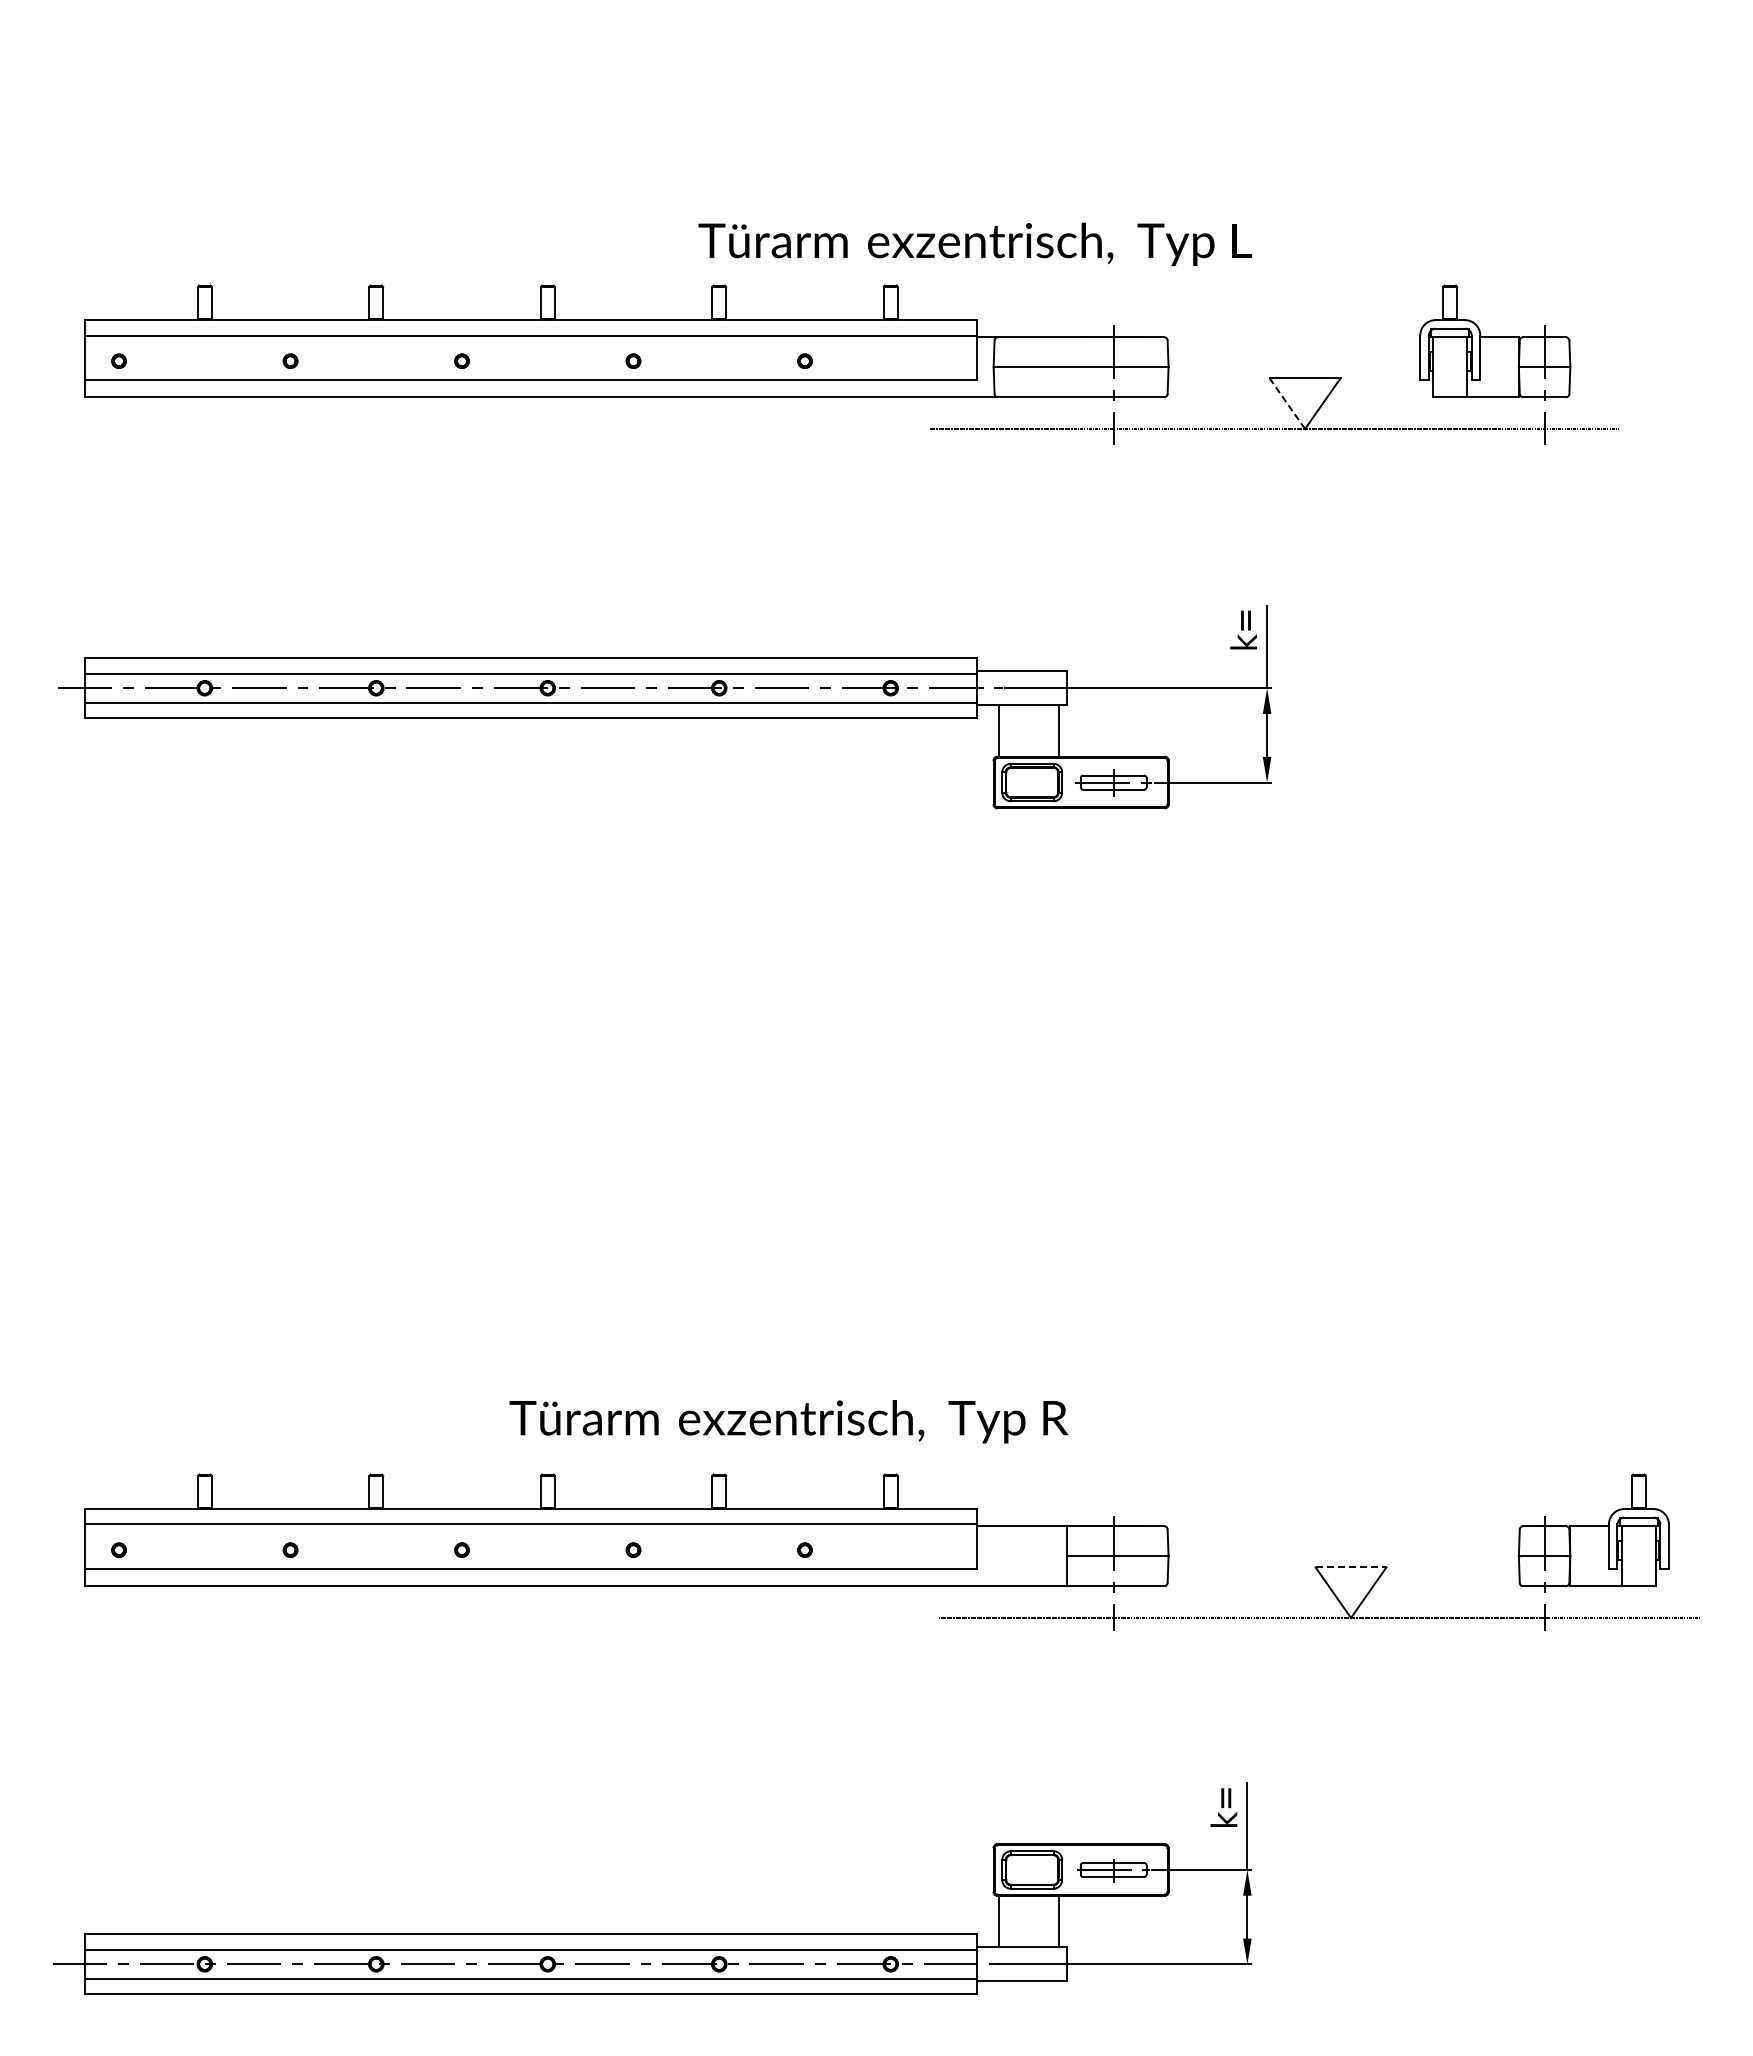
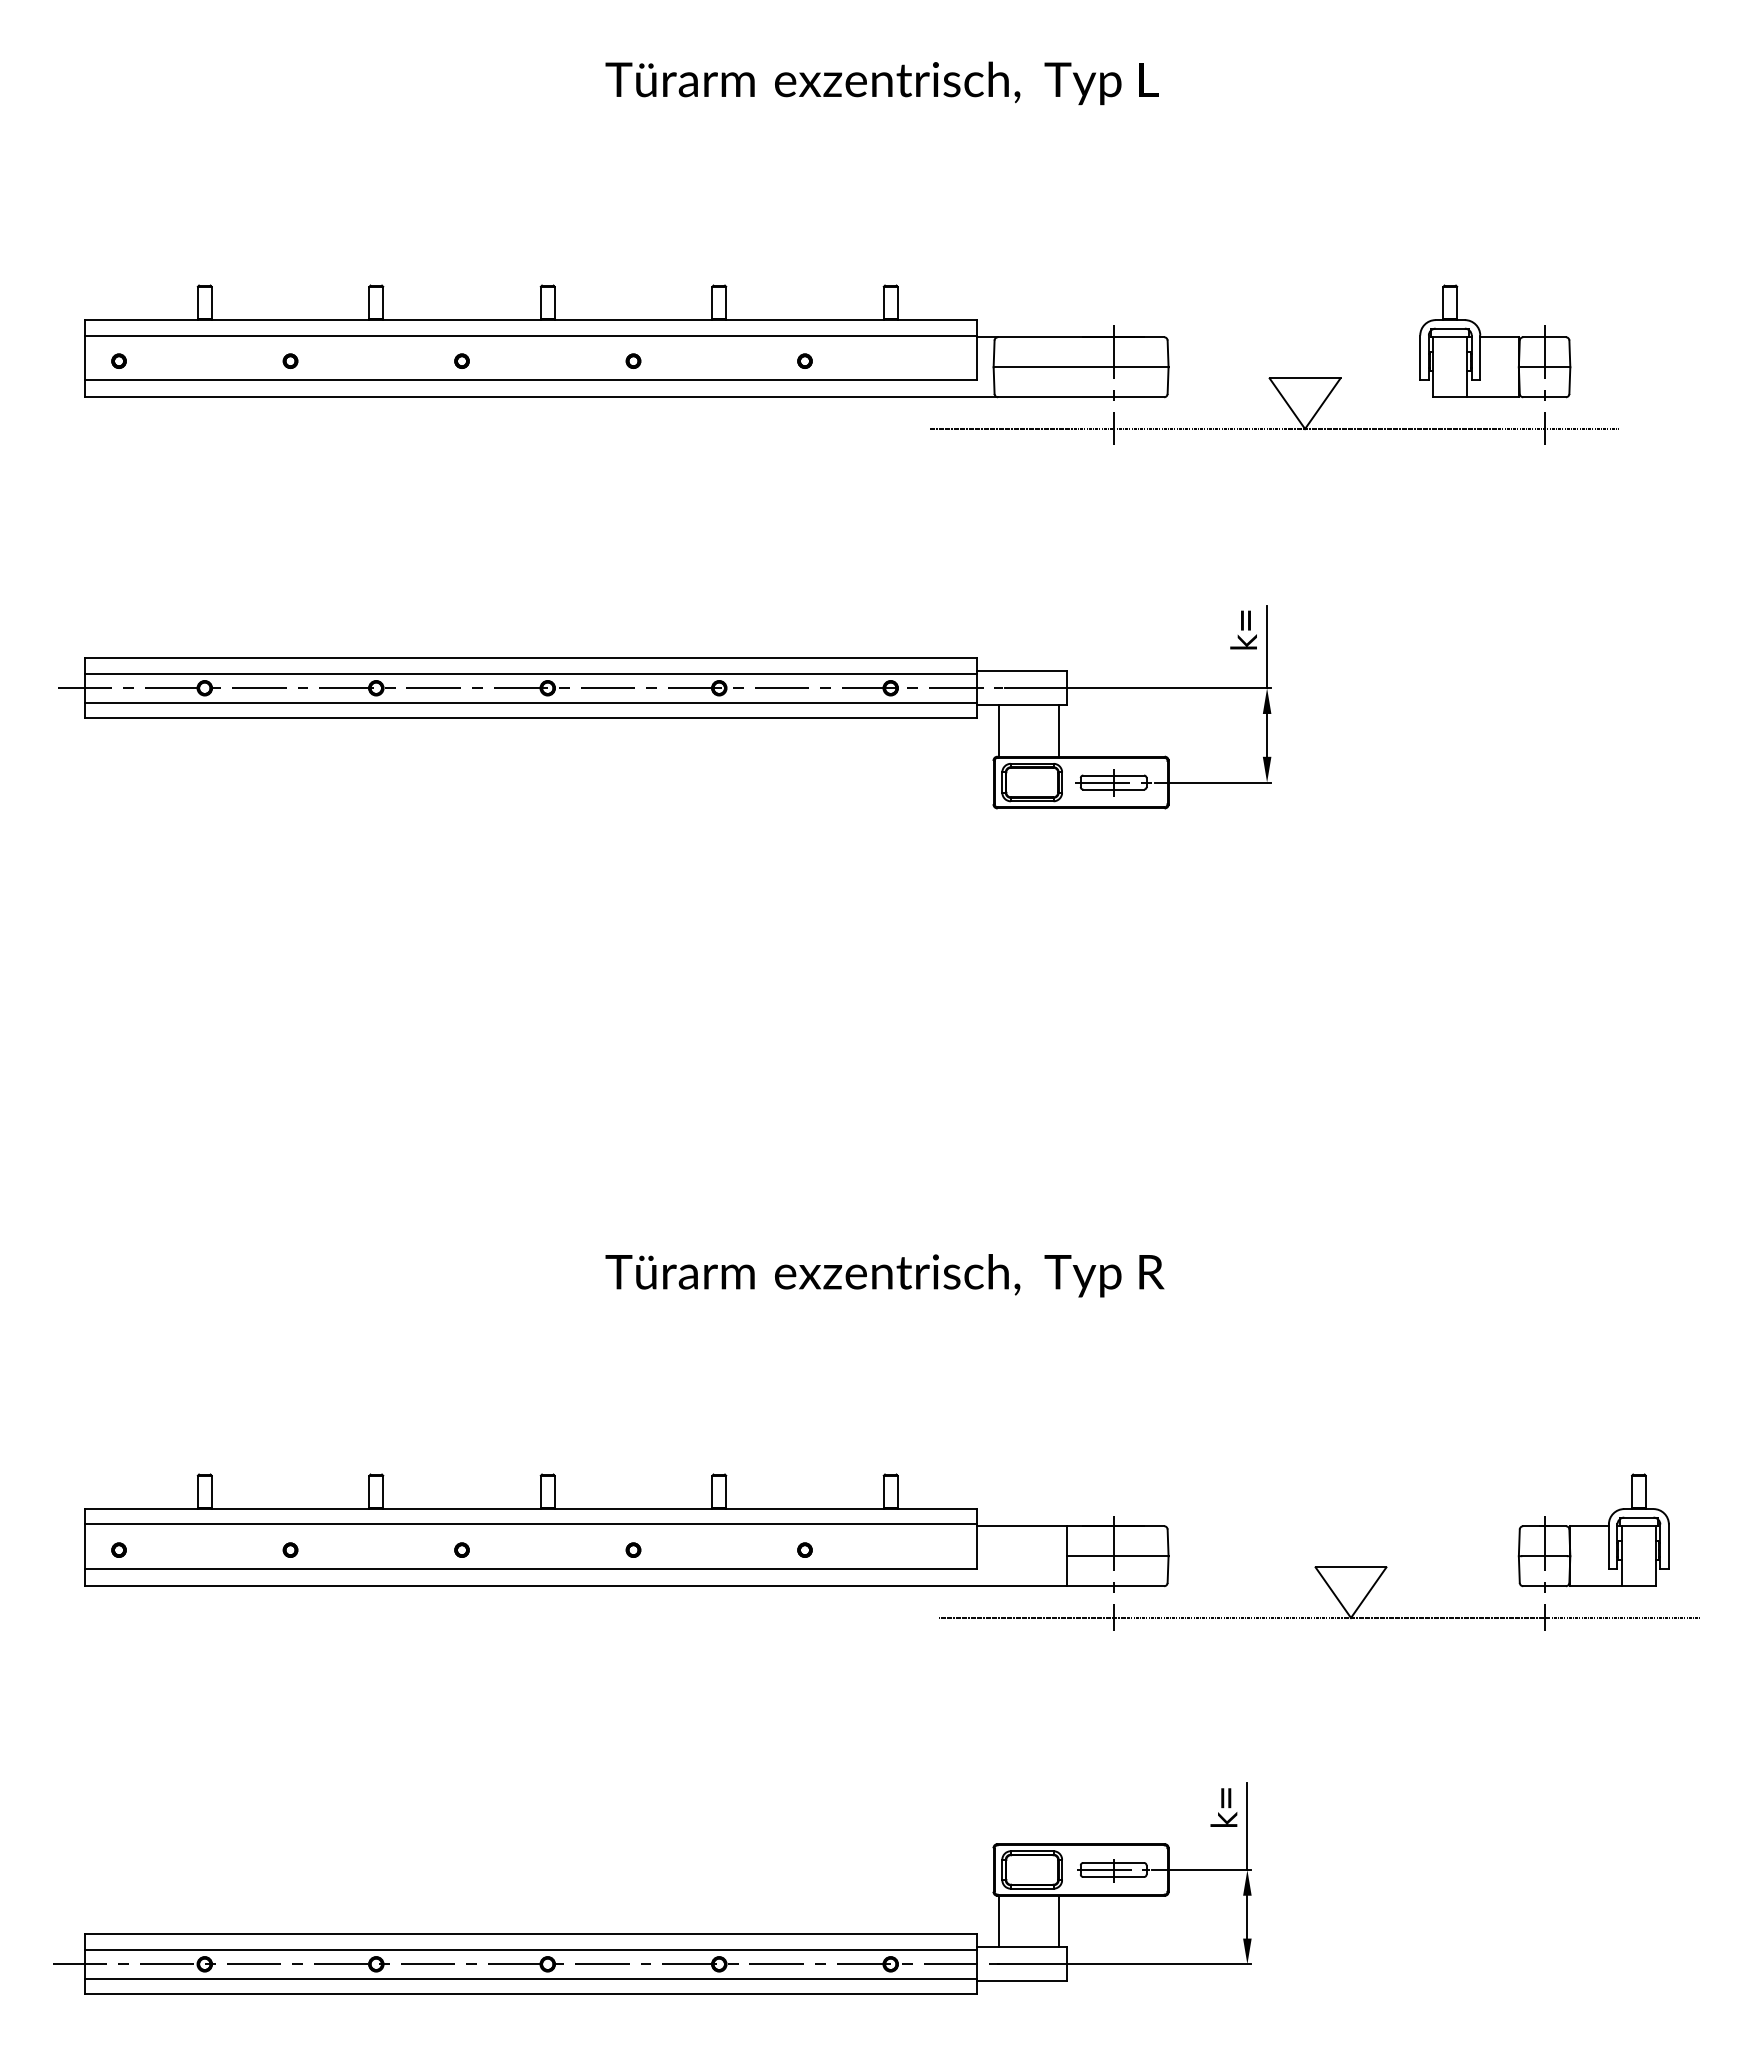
text at (974, 244) position: (974, 244) -> (881, 83)
line at (1287, 403): dashed -> solid
text at (788, 1421) position: (788, 1421) -> (884, 1275)
line at (1351, 1567): dashed -> solid
